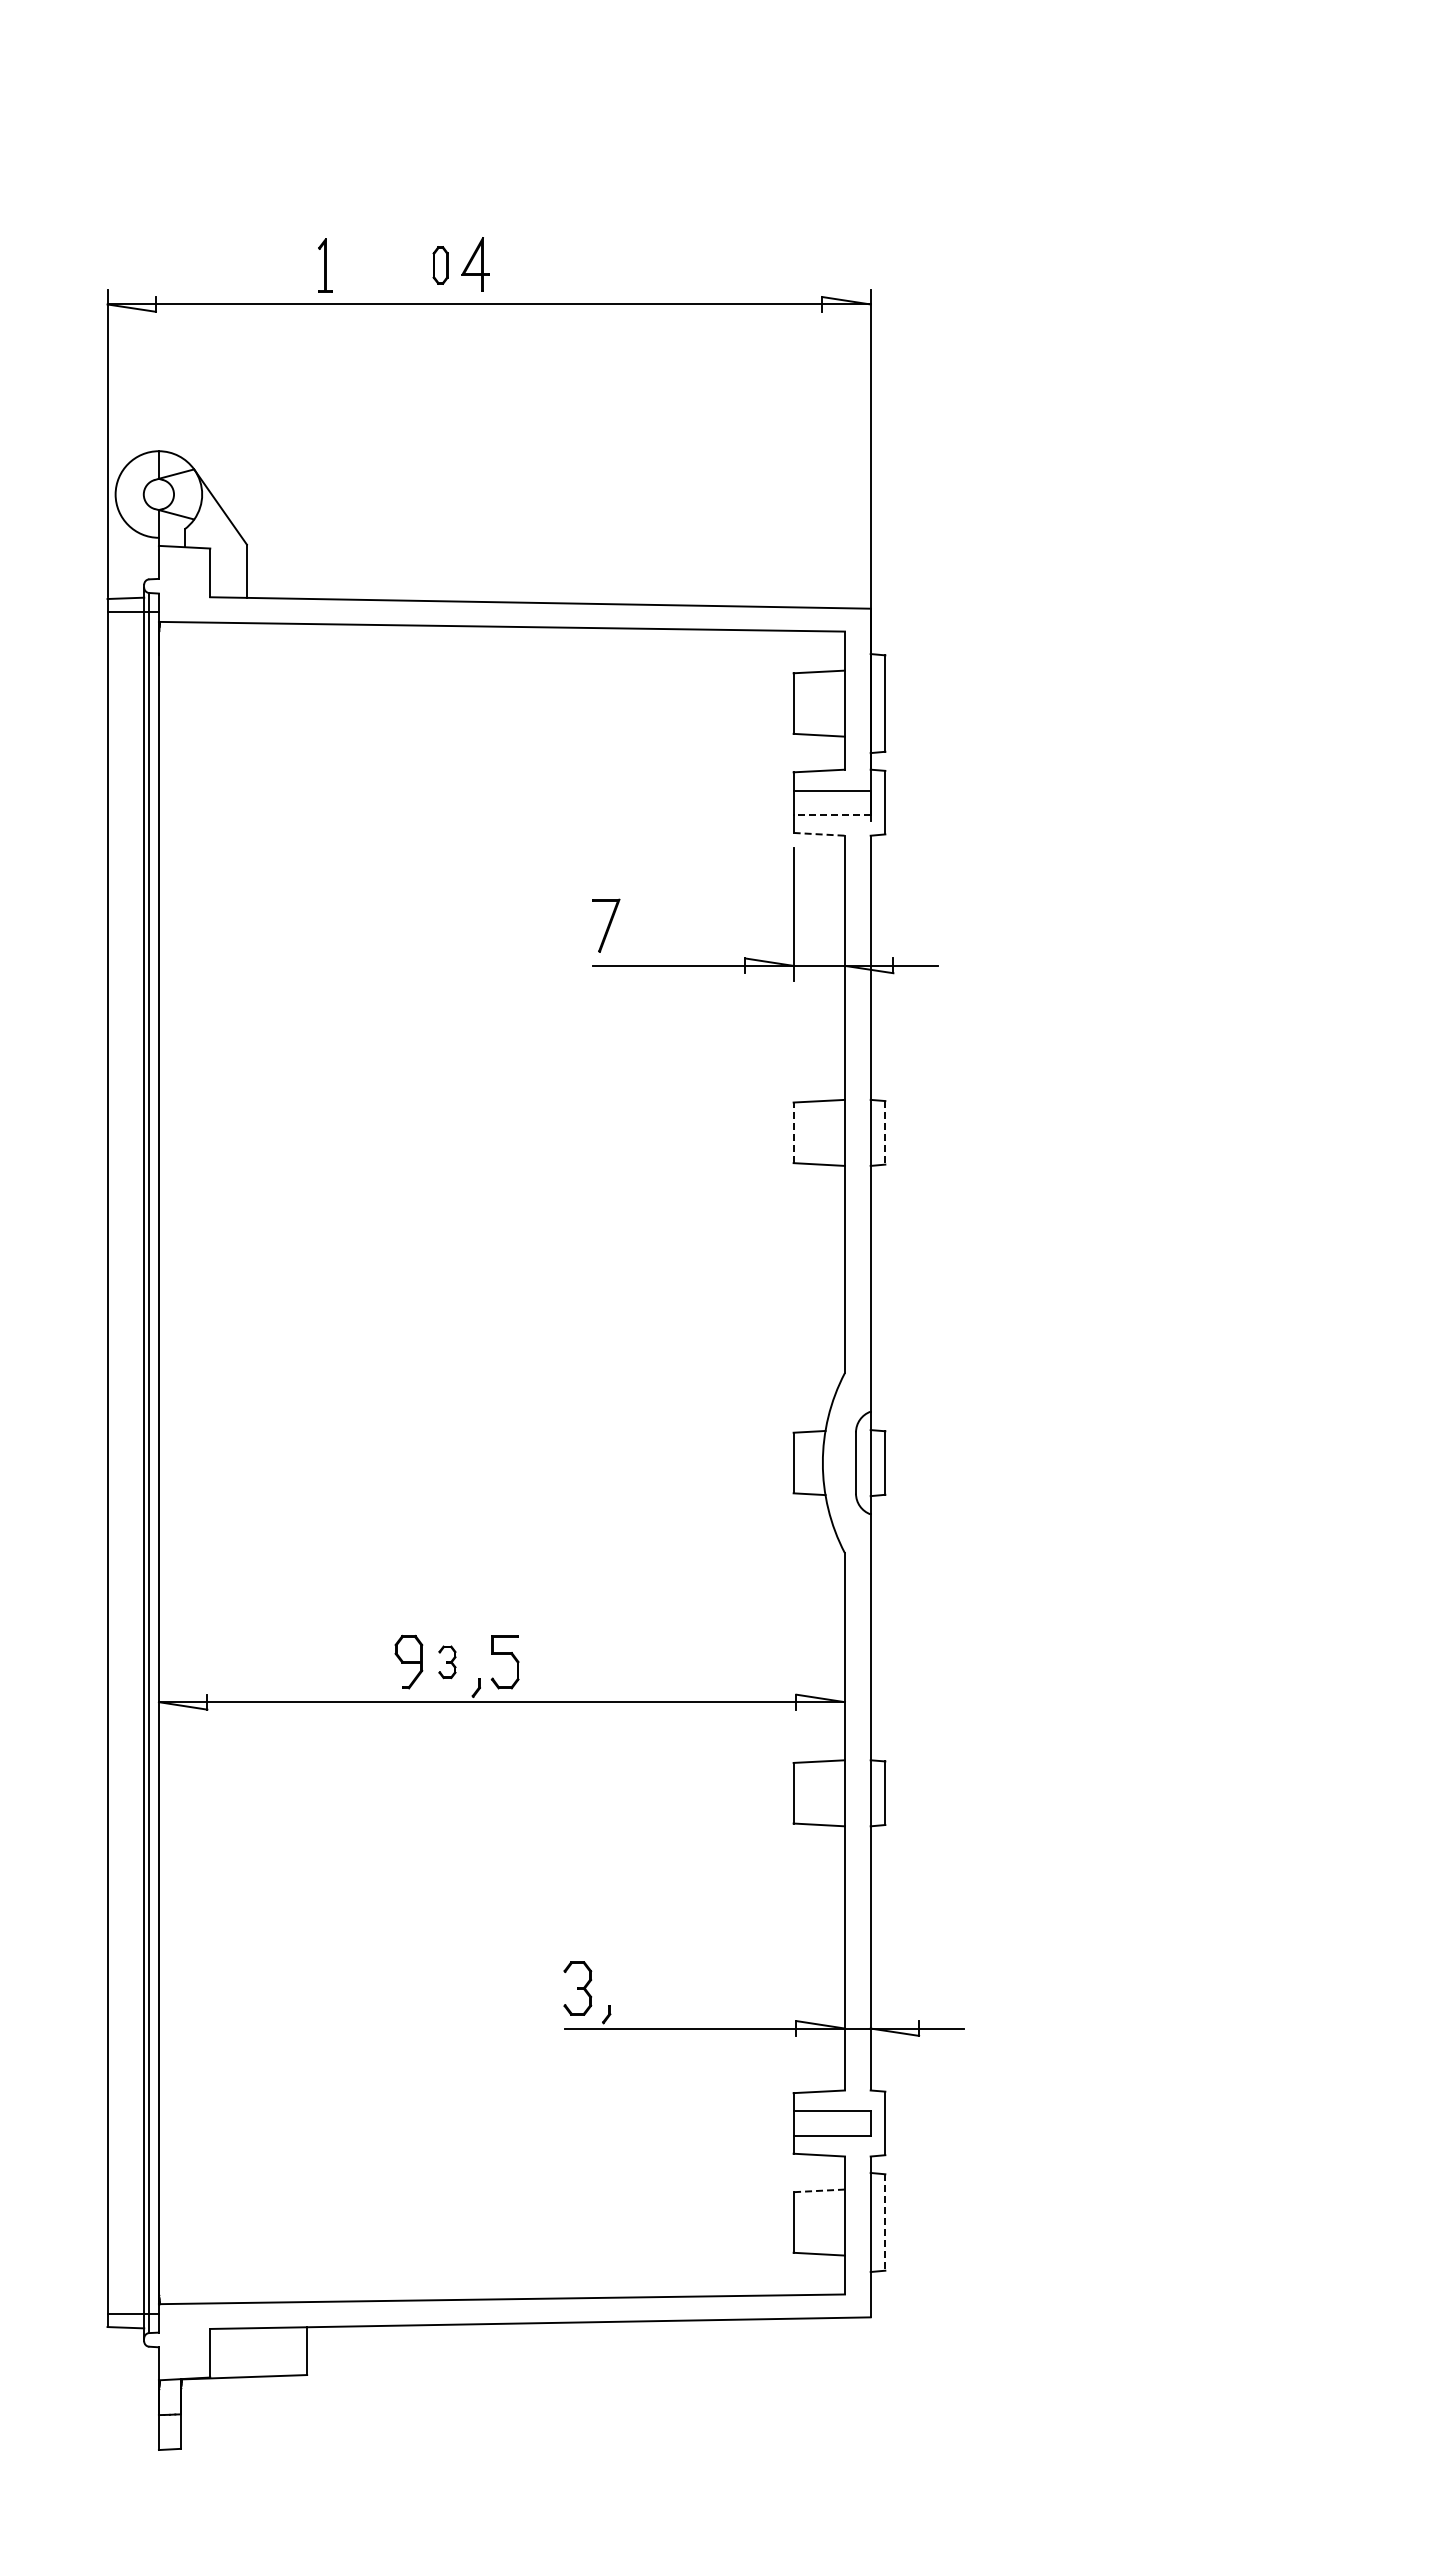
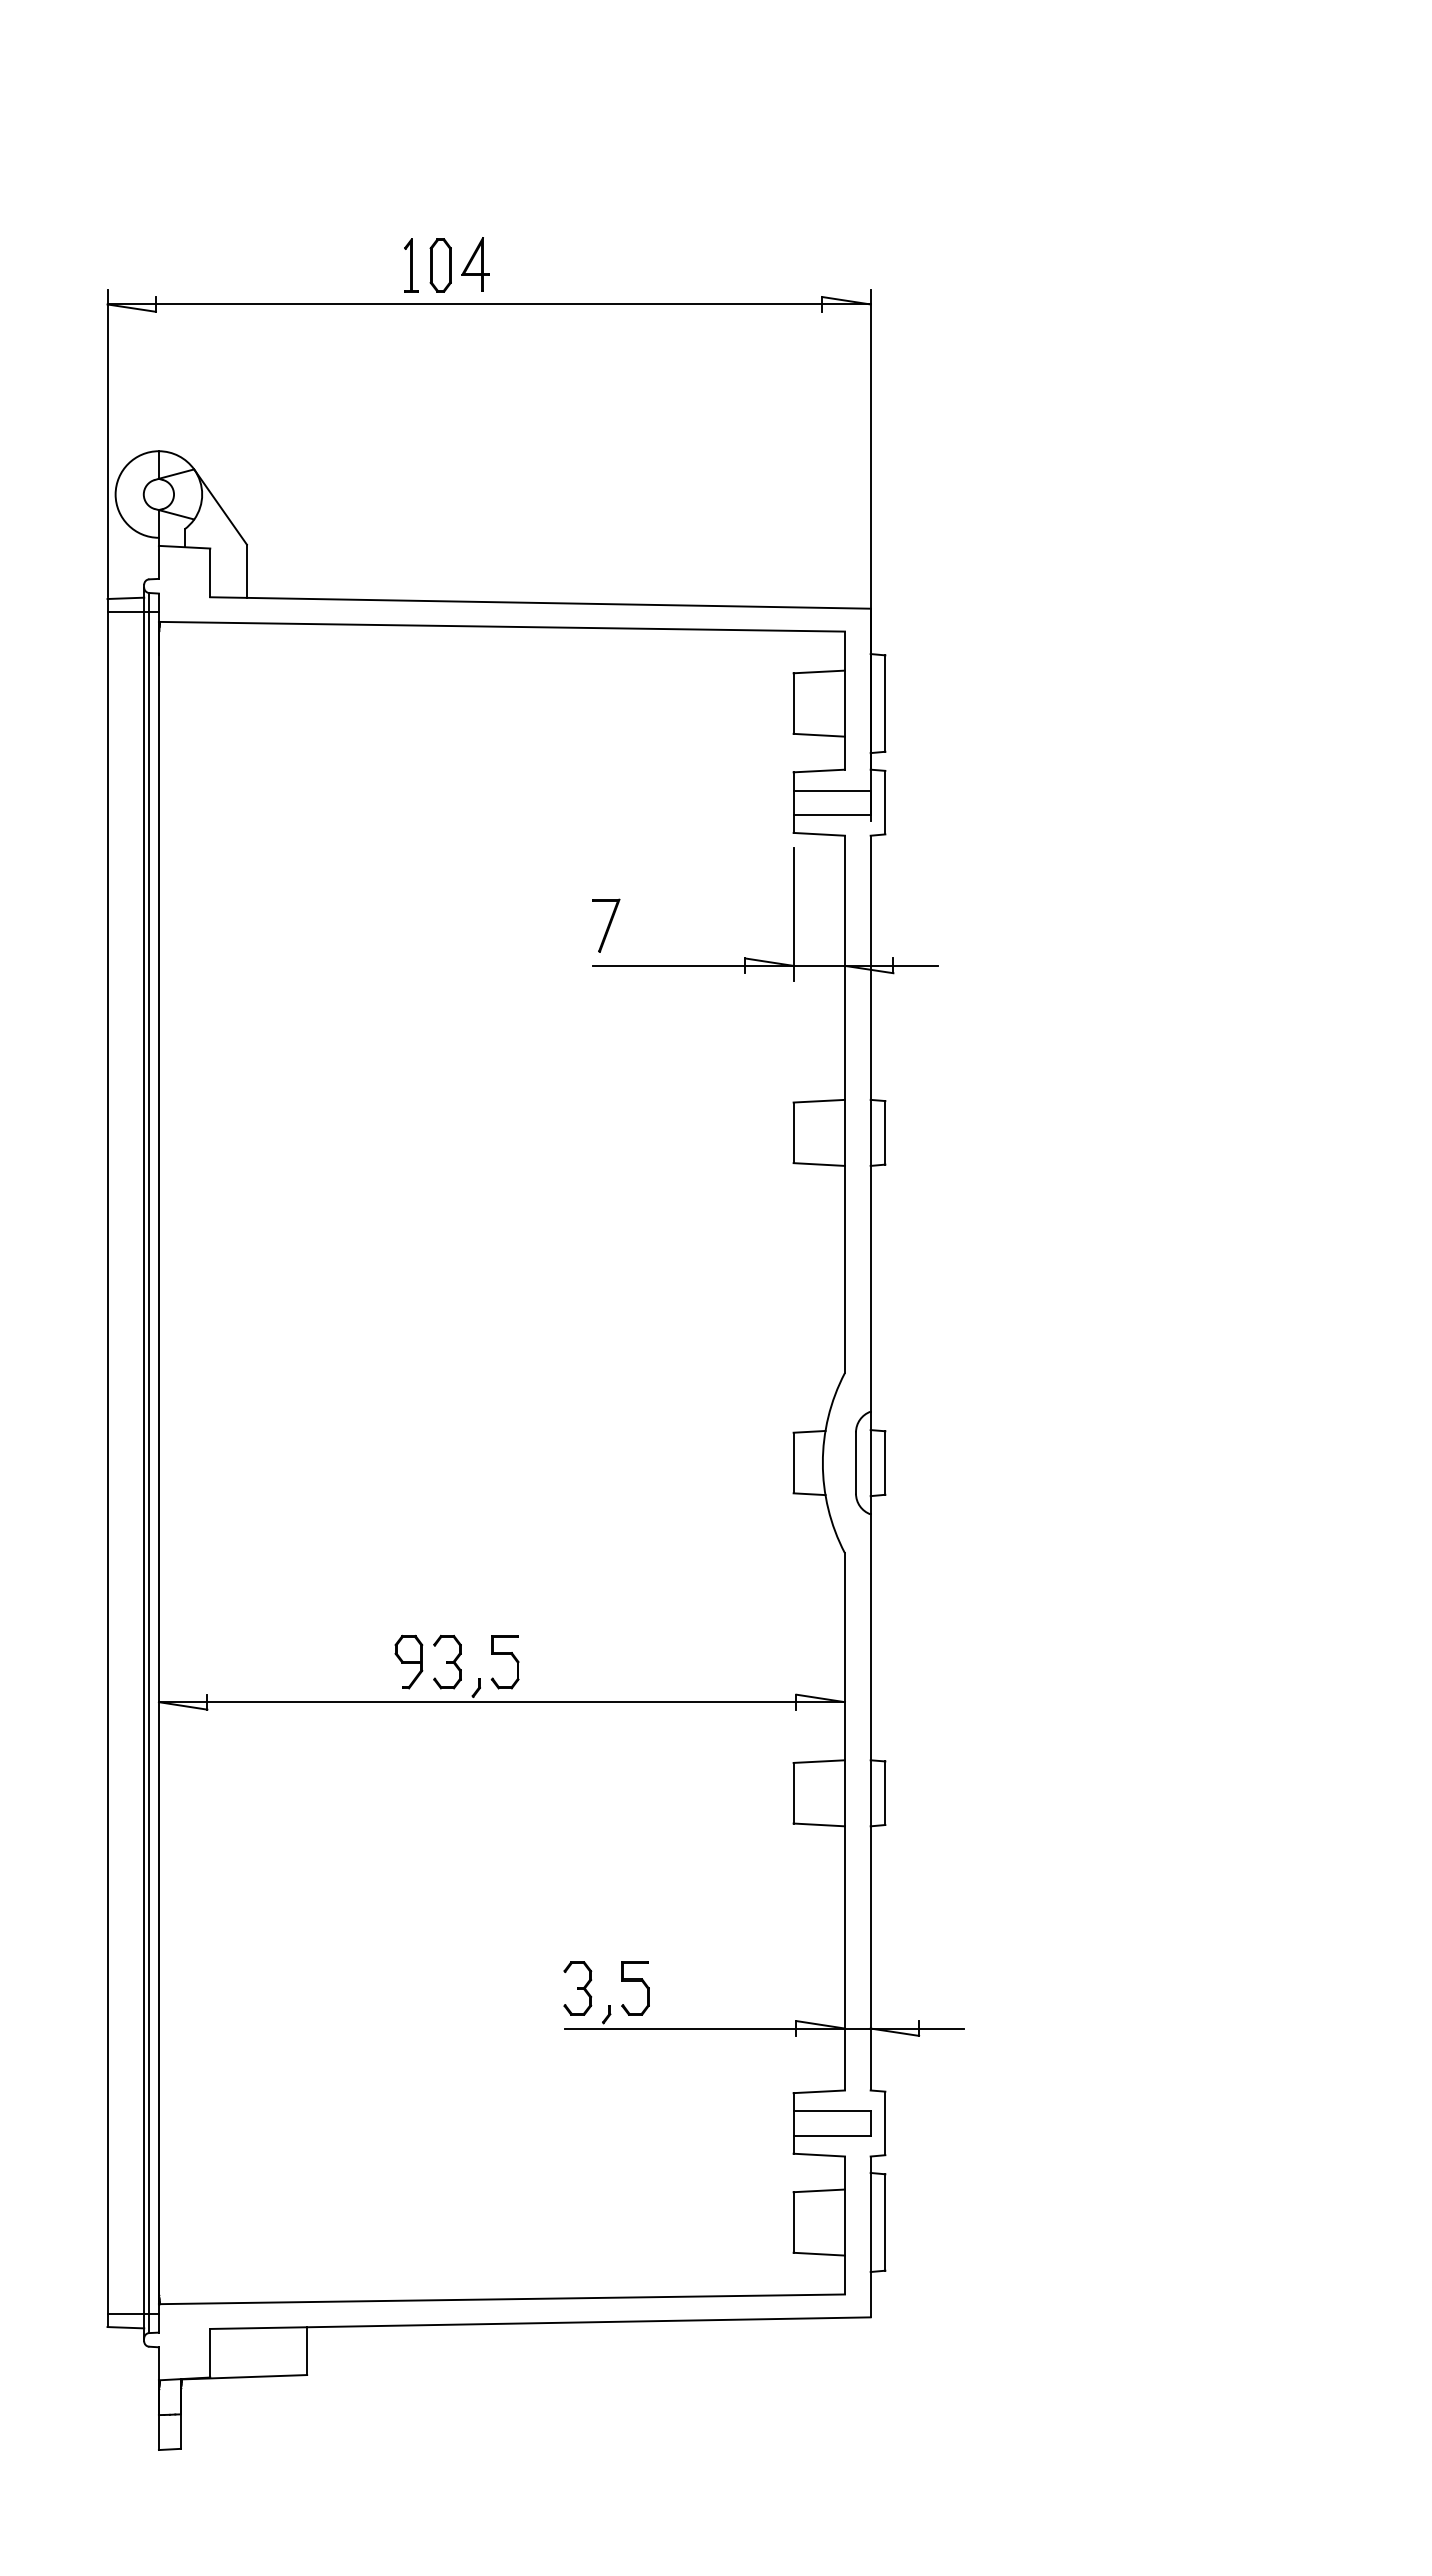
part at (325, 265) position: (325, 265) -> (411, 265)
part at (440, 265) size: 17x39 px -> 23x55 px
line at (832, 814): dashed -> solid
line at (819, 834): dashed -> solid
line at (793, 1132): dashed -> solid
line at (885, 1132): dashed -> solid
part at (447, 1662) size: 19x35 px -> 29x55 px
part at (635, 1981): none -> present
line at (819, 2190): dashed -> solid
line at (885, 2222): dashed -> solid
